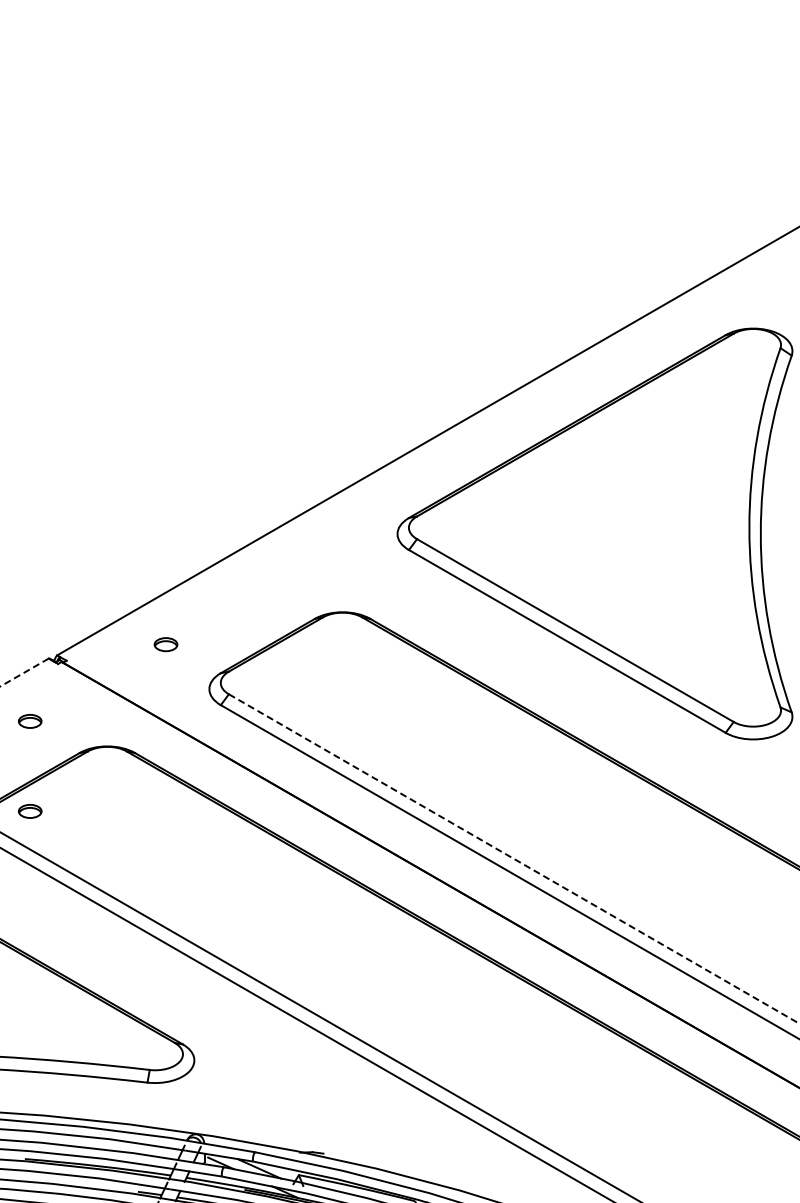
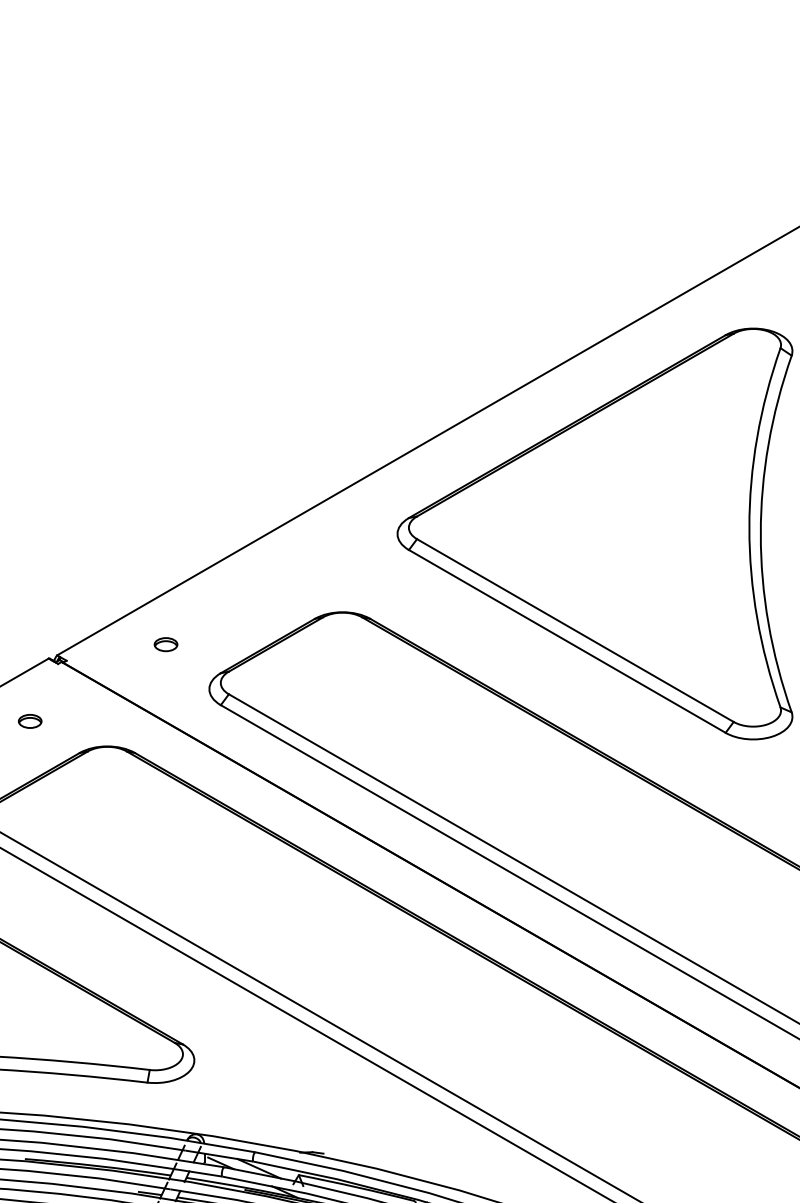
line at (24, 672): dashed -> solid
part at (29, 811): present -> none
line at (514, 859): dashed -> solid
